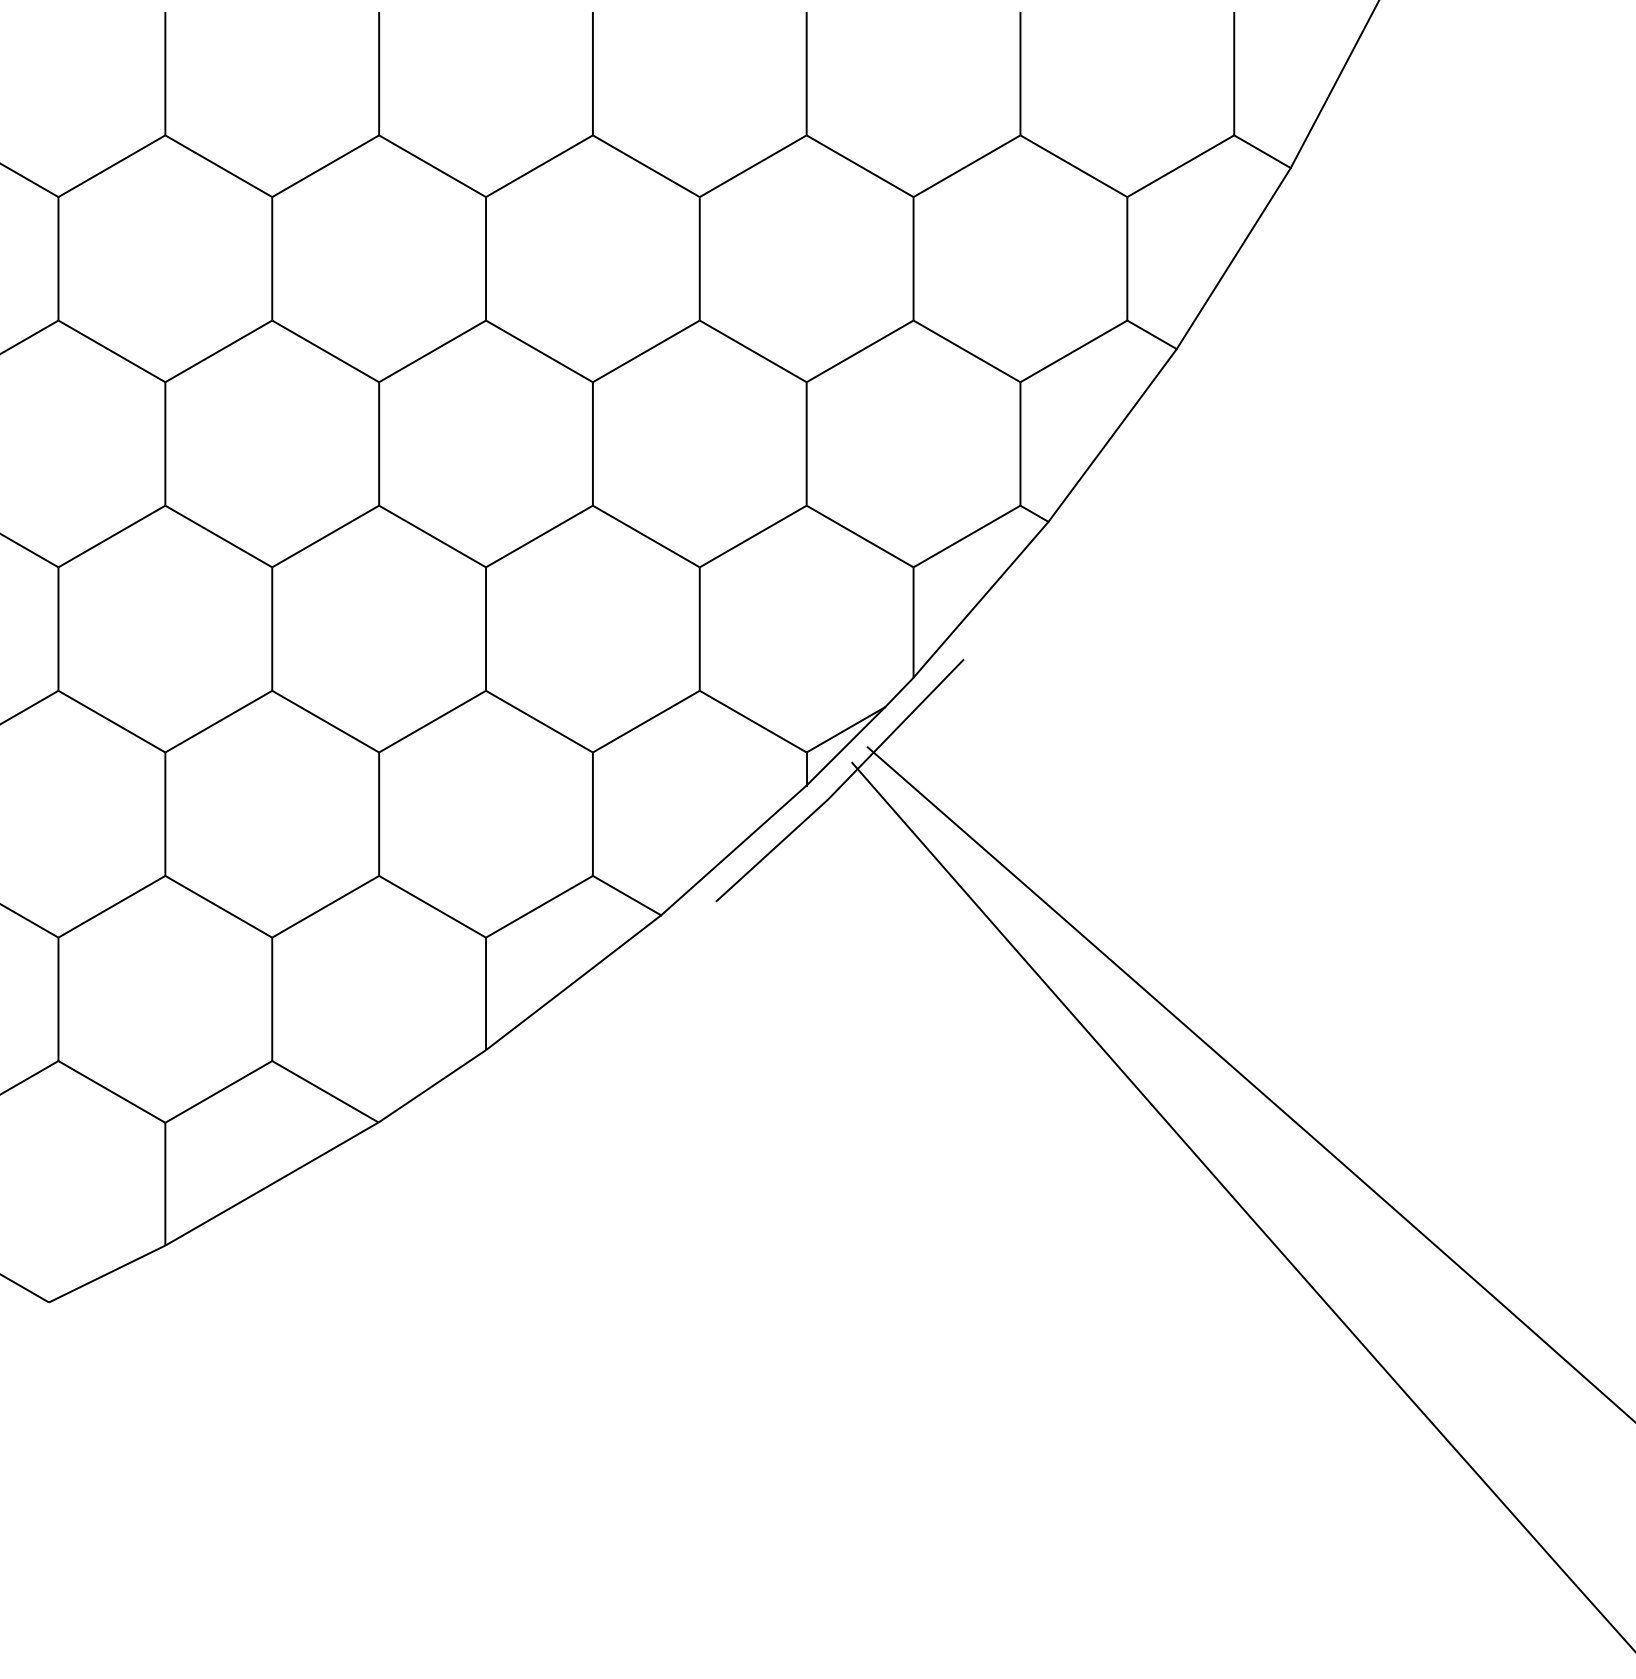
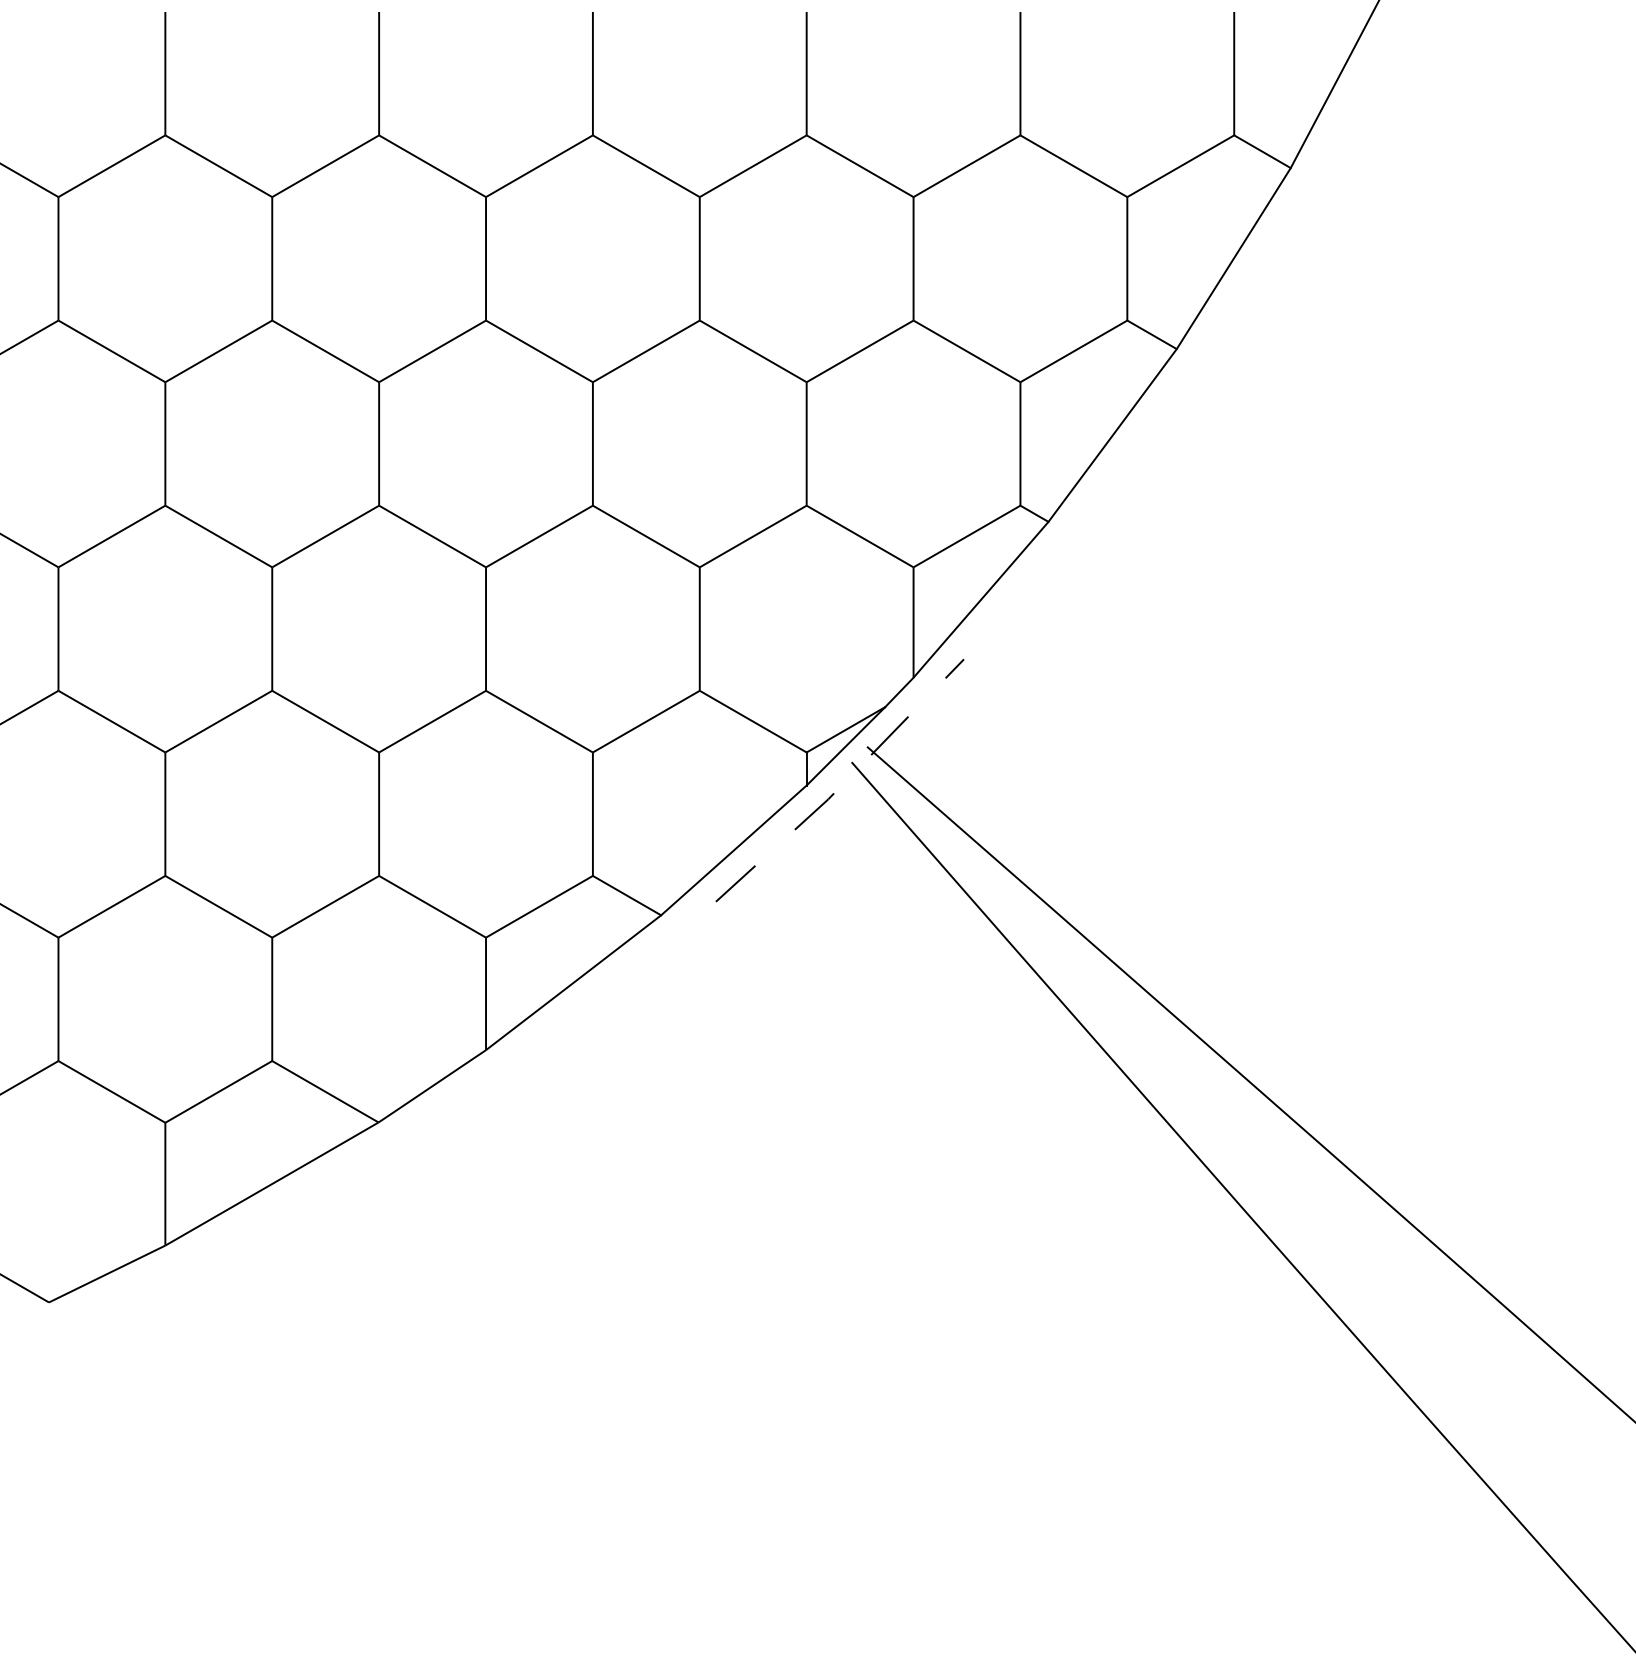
line at (842, 784): solid -> dashed
